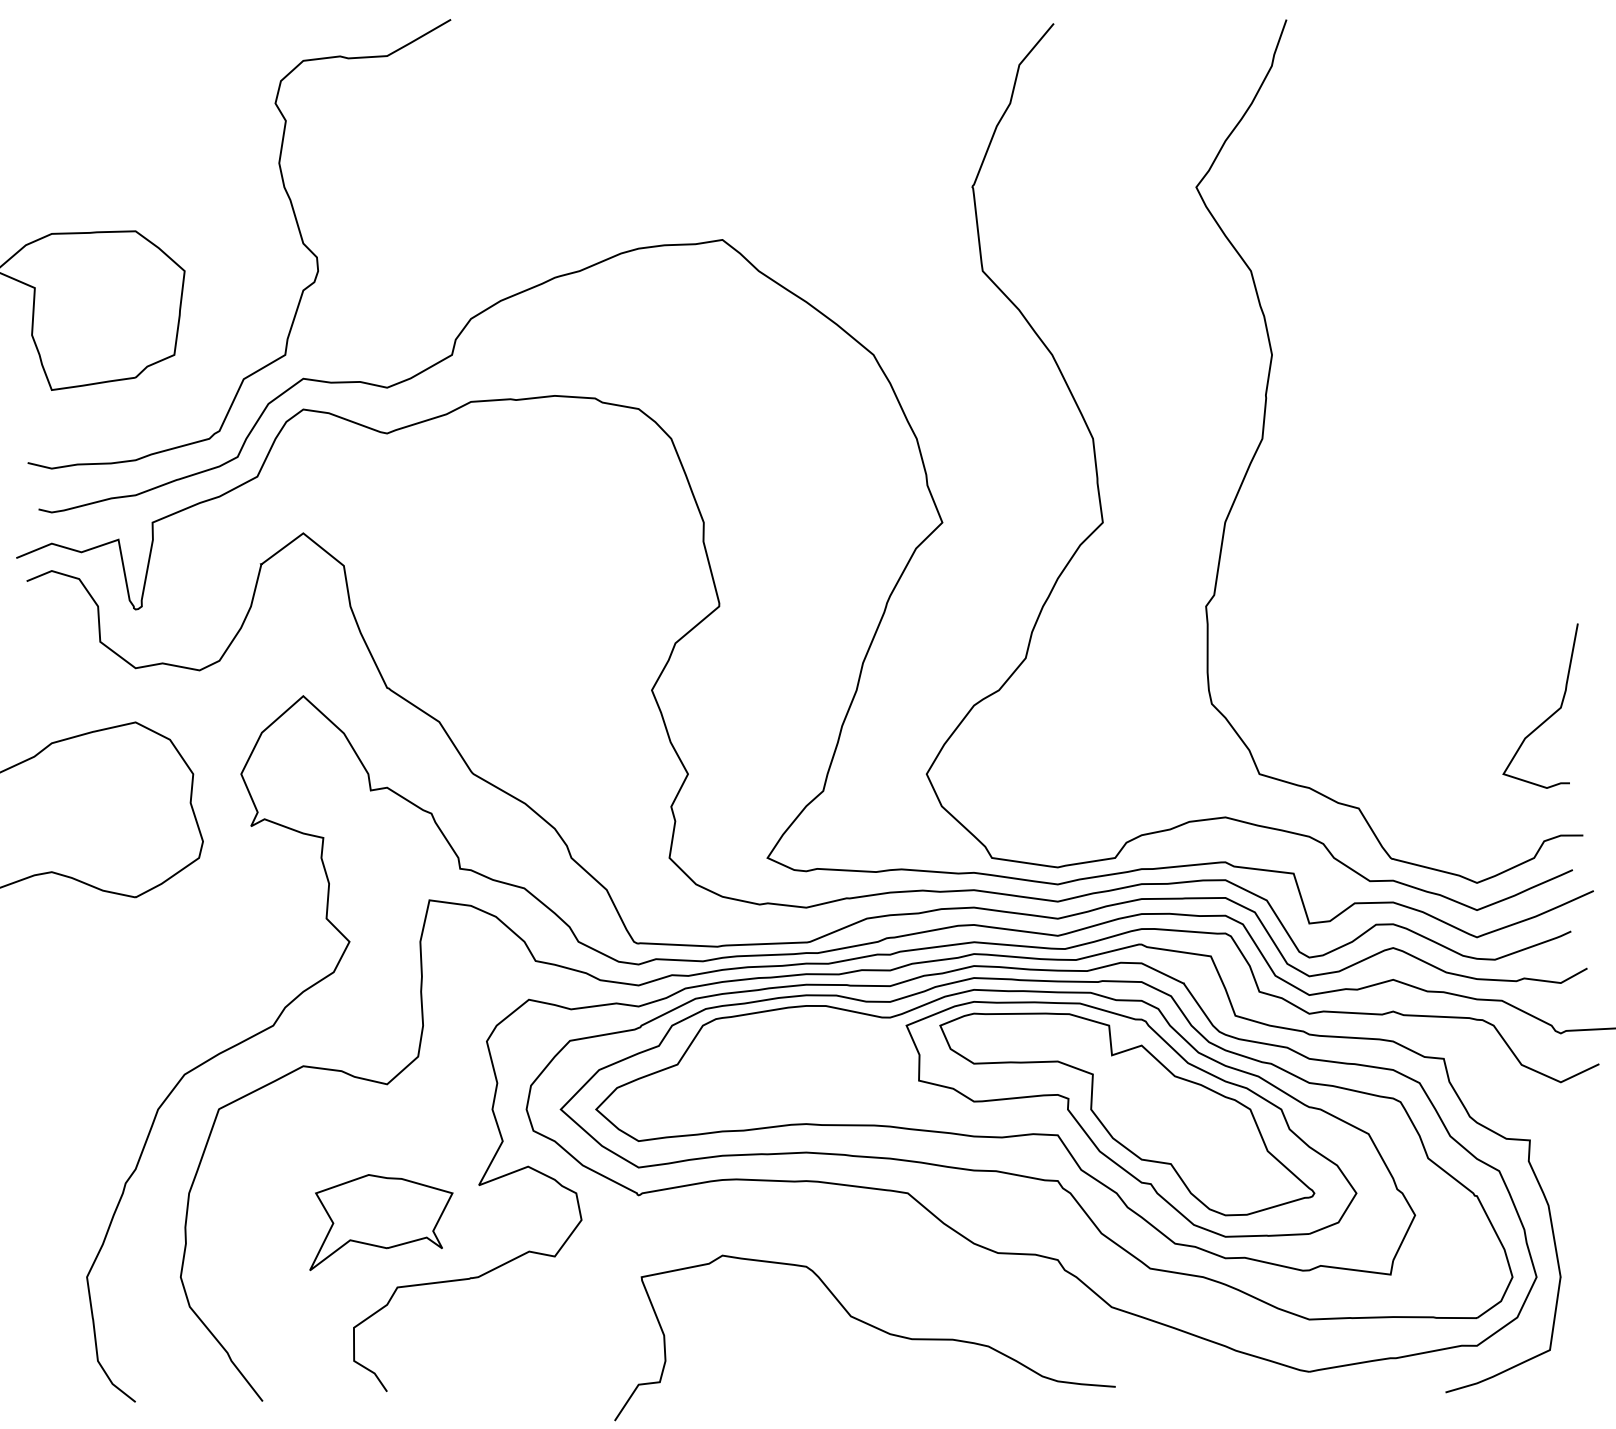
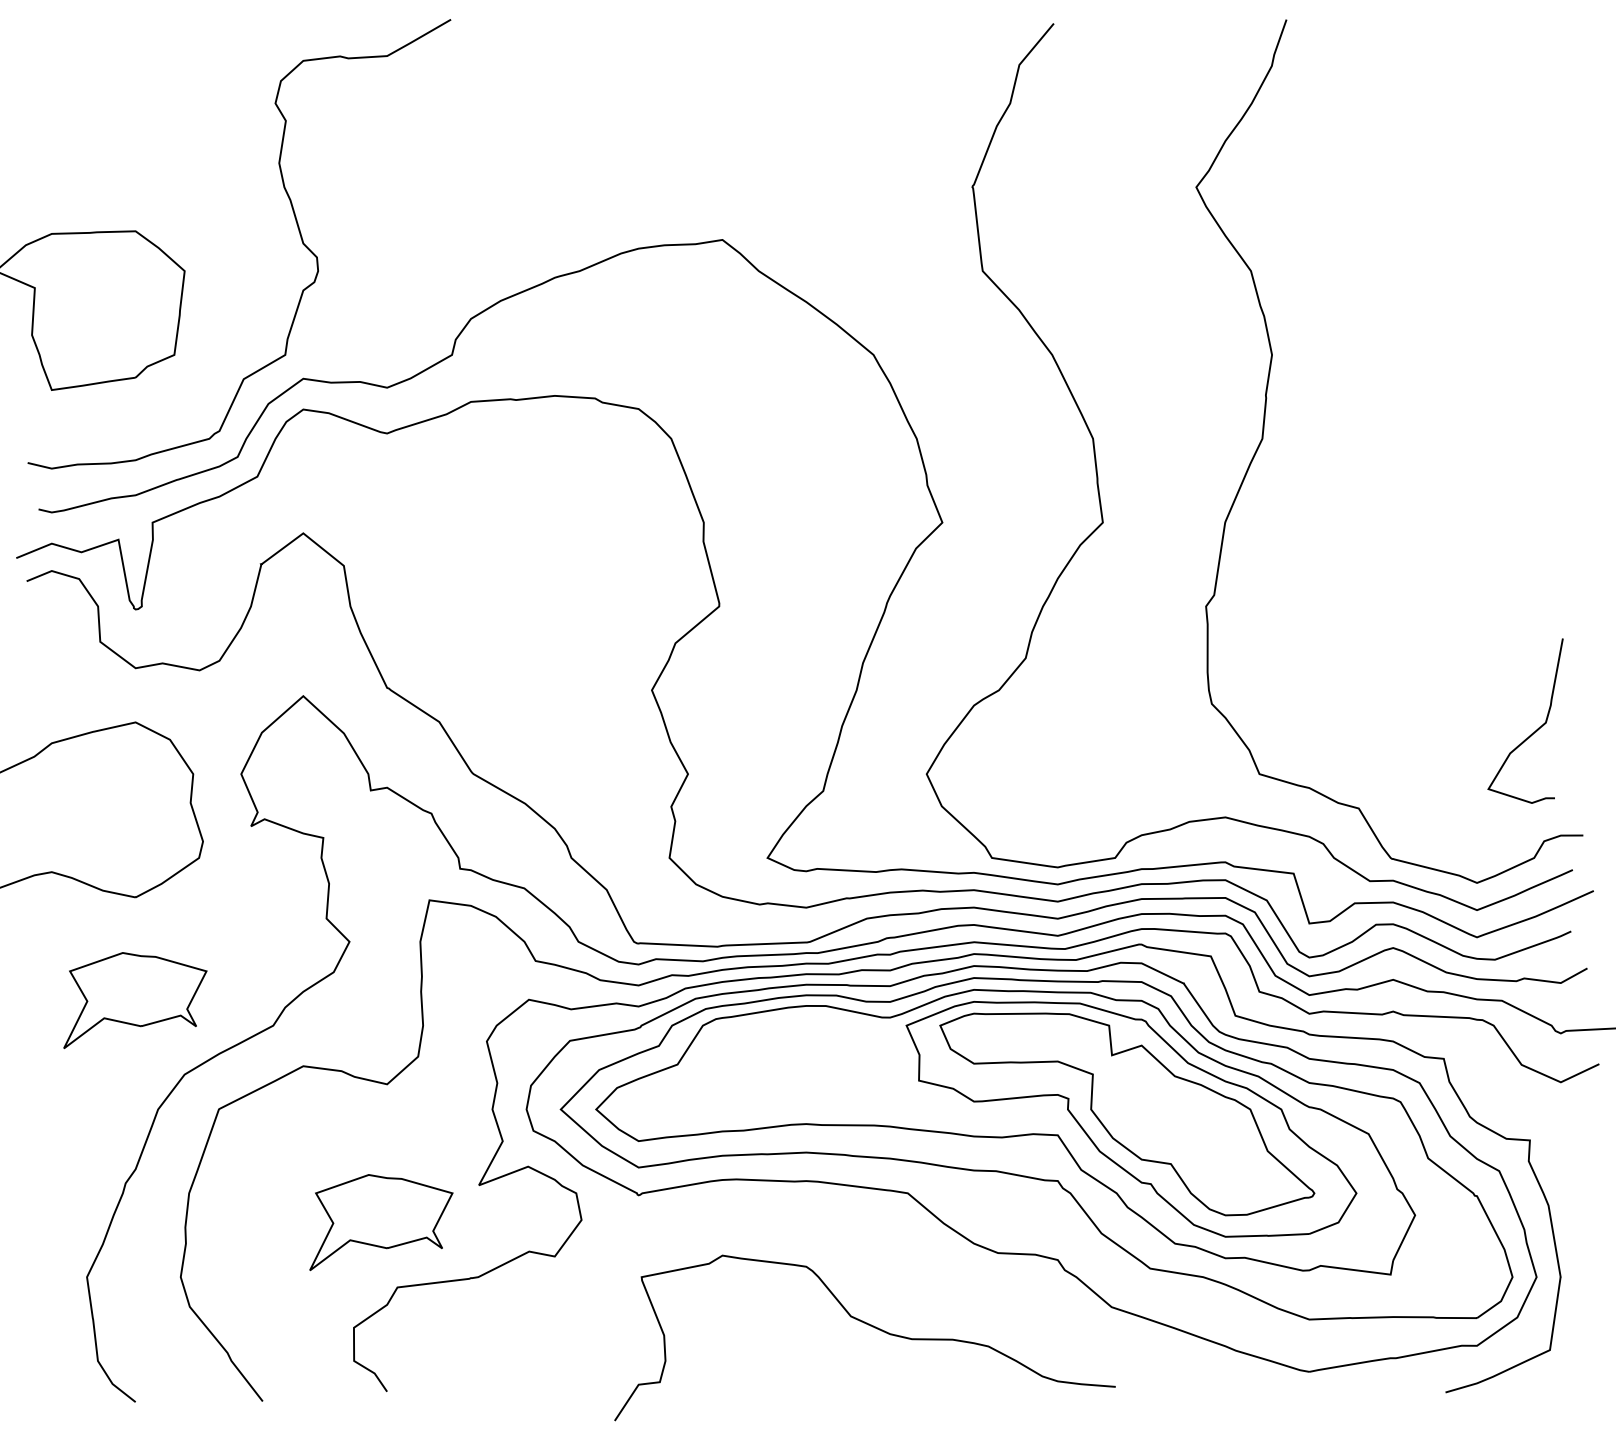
curve at (1550, 715) position: (1550, 715) -> (1535, 730)
part at (135, 1000): none -> present
